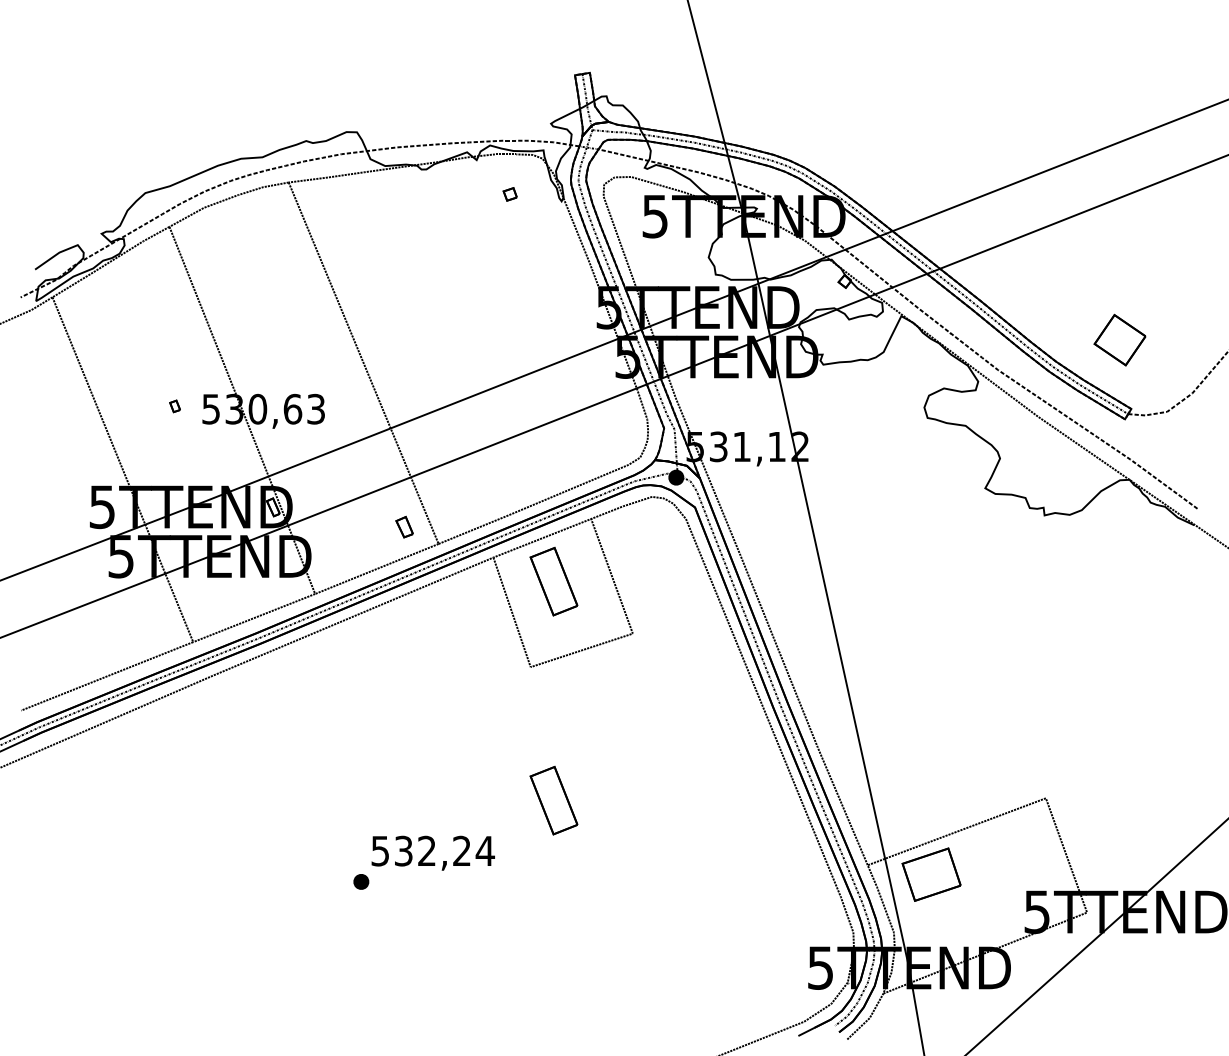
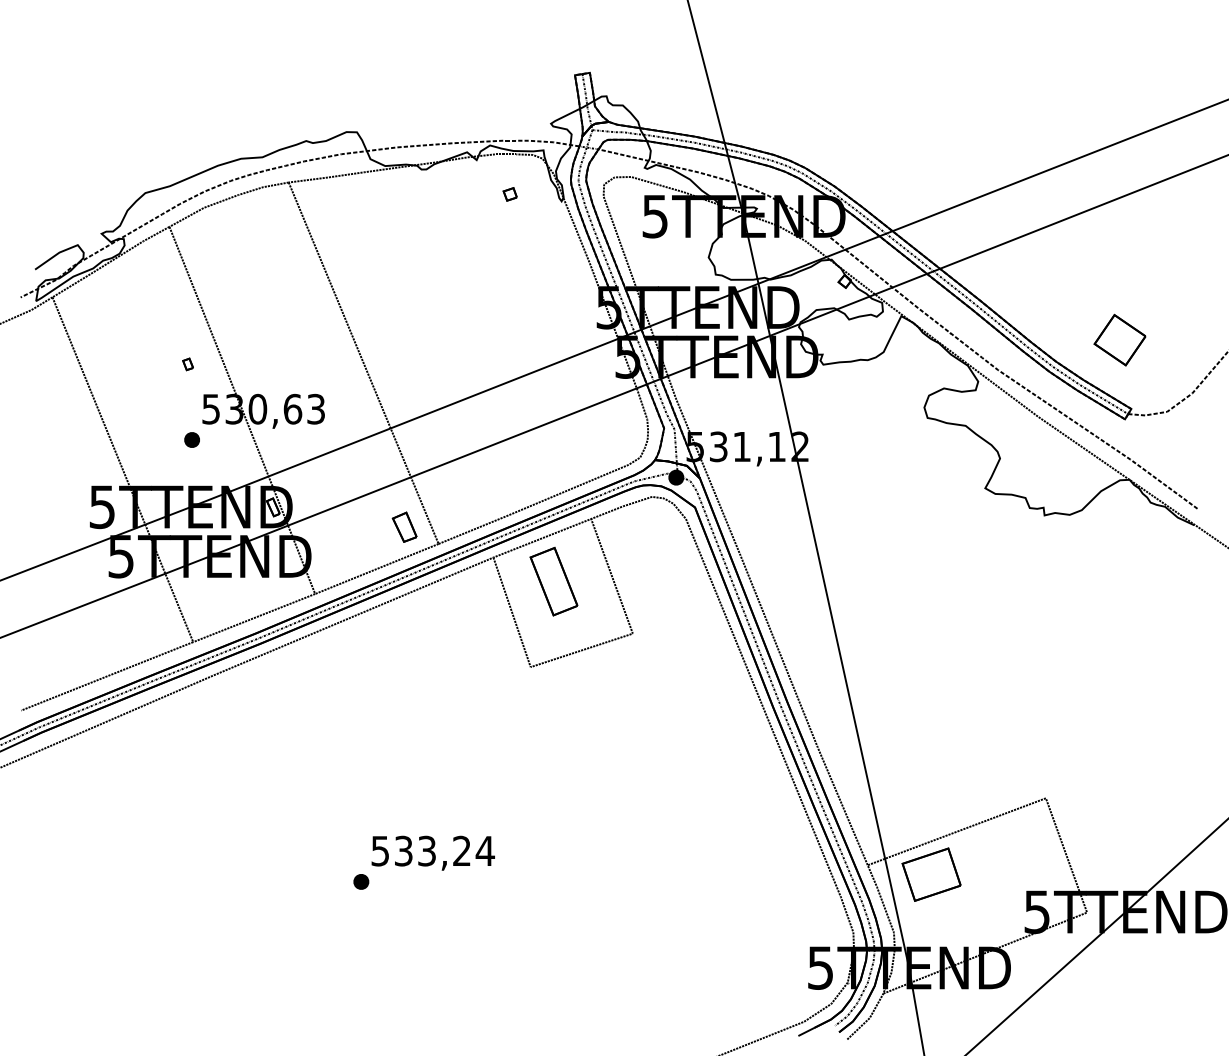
part at (174, 406) position: (174, 406) -> (187, 364)
part at (191, 439): none -> present
part at (404, 526) size: 19x24 px -> 27x32 px
part at (553, 800): present -> none
text at (426, 851): 532,24 -> 533,24
